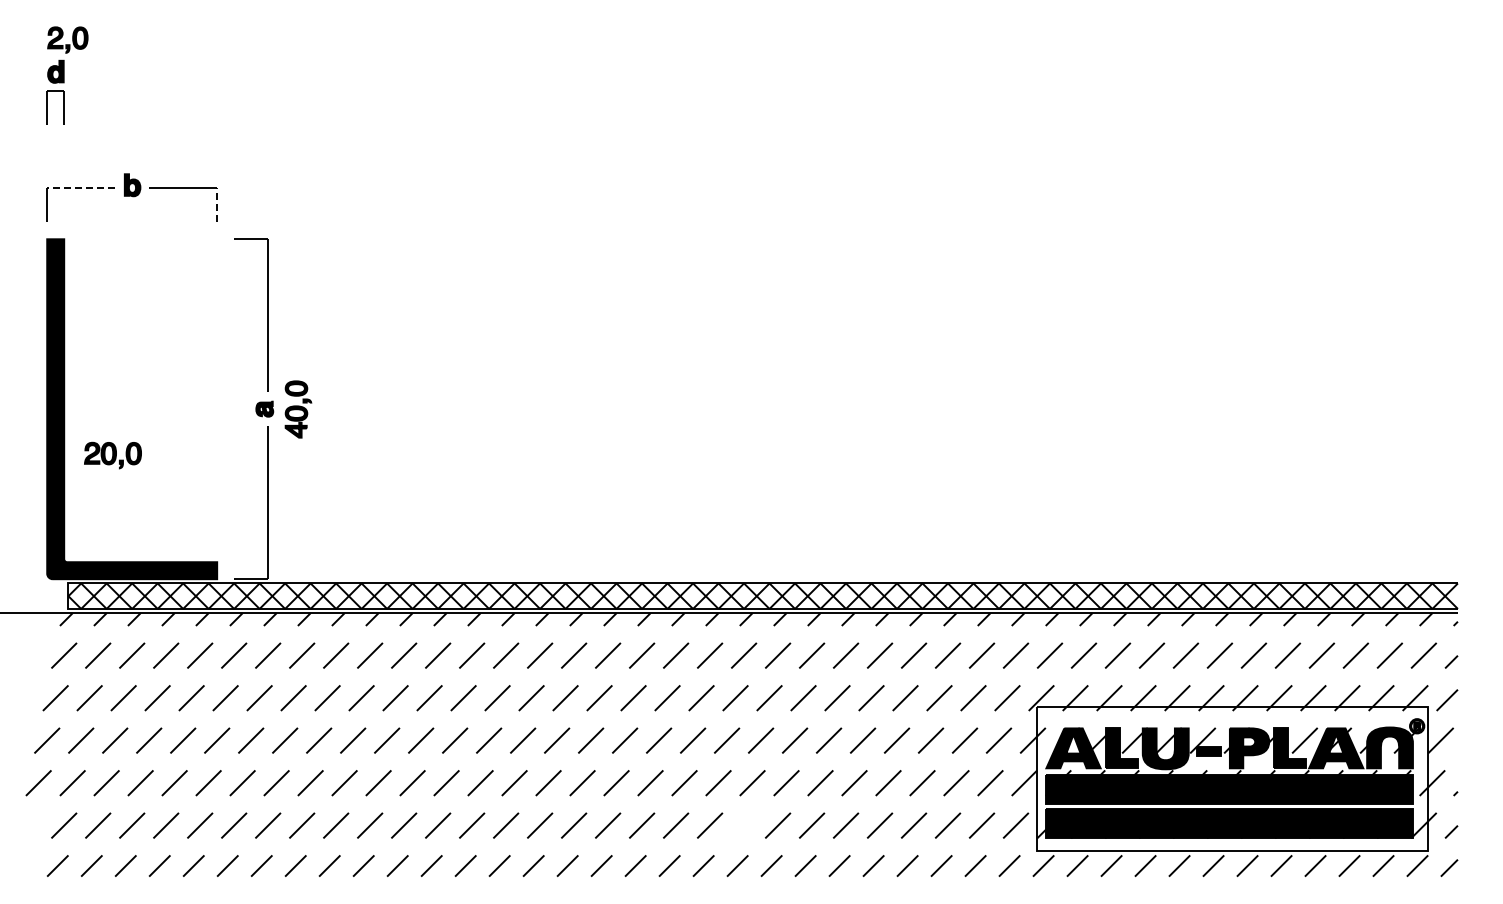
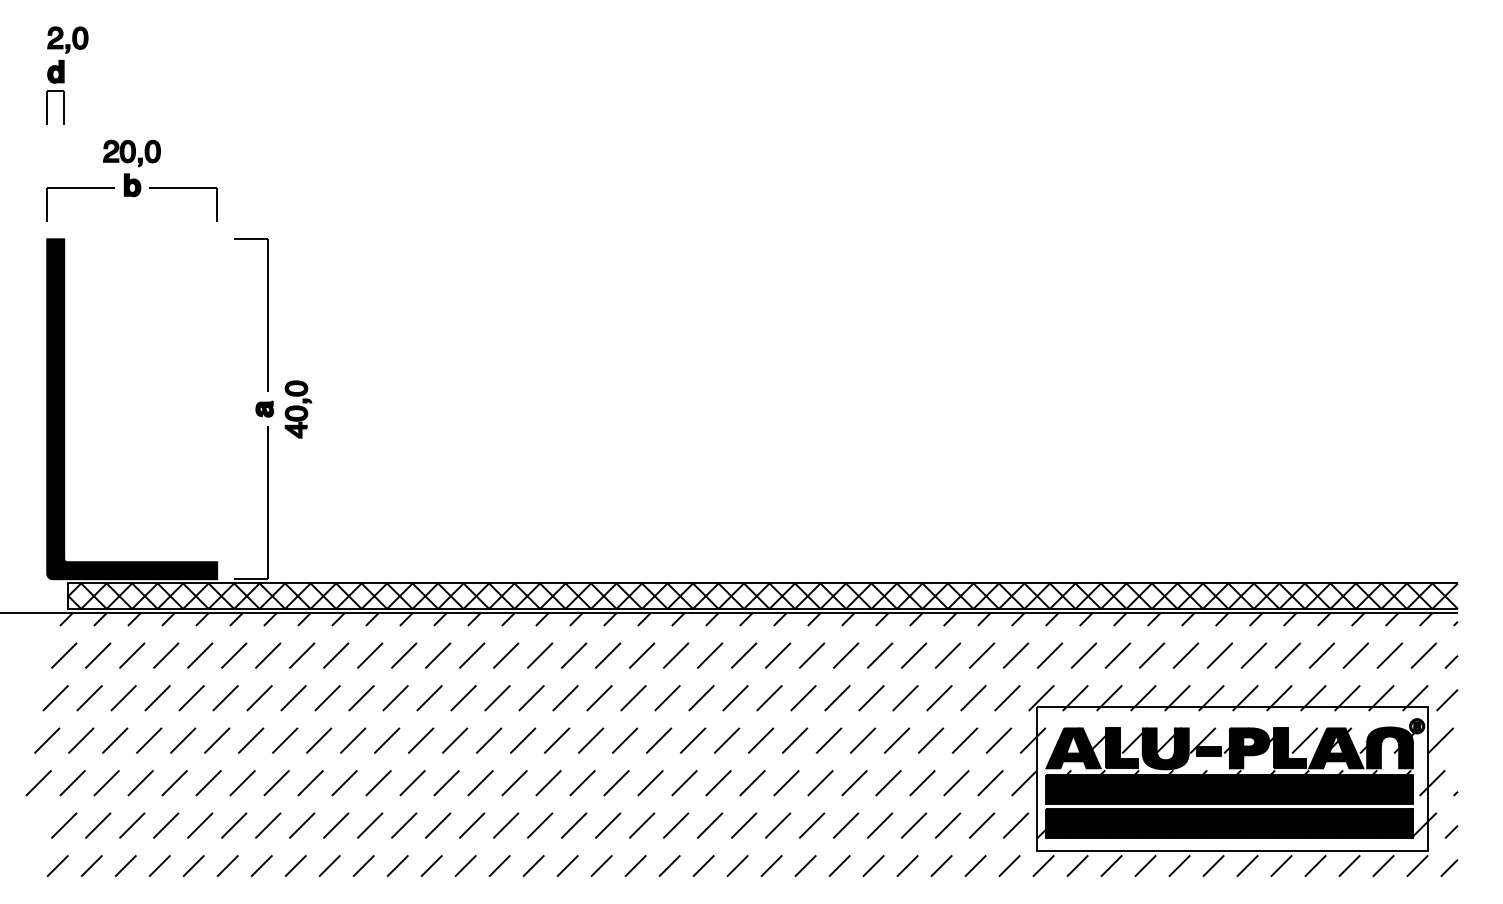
line at (81, 188): dashed -> solid
line at (217, 205): dashed -> solid
part at (112, 455) position: (112, 455) -> (131, 153)
line at (743, 825): none -> present
